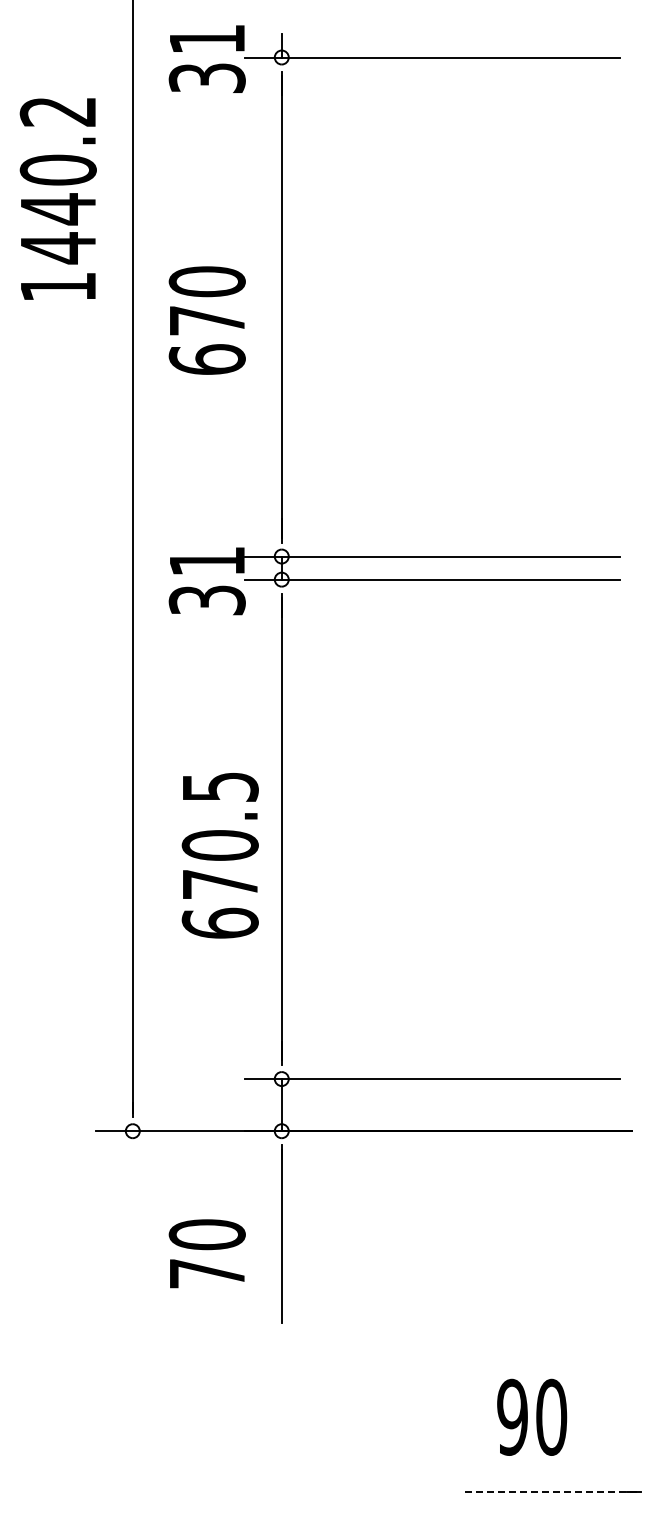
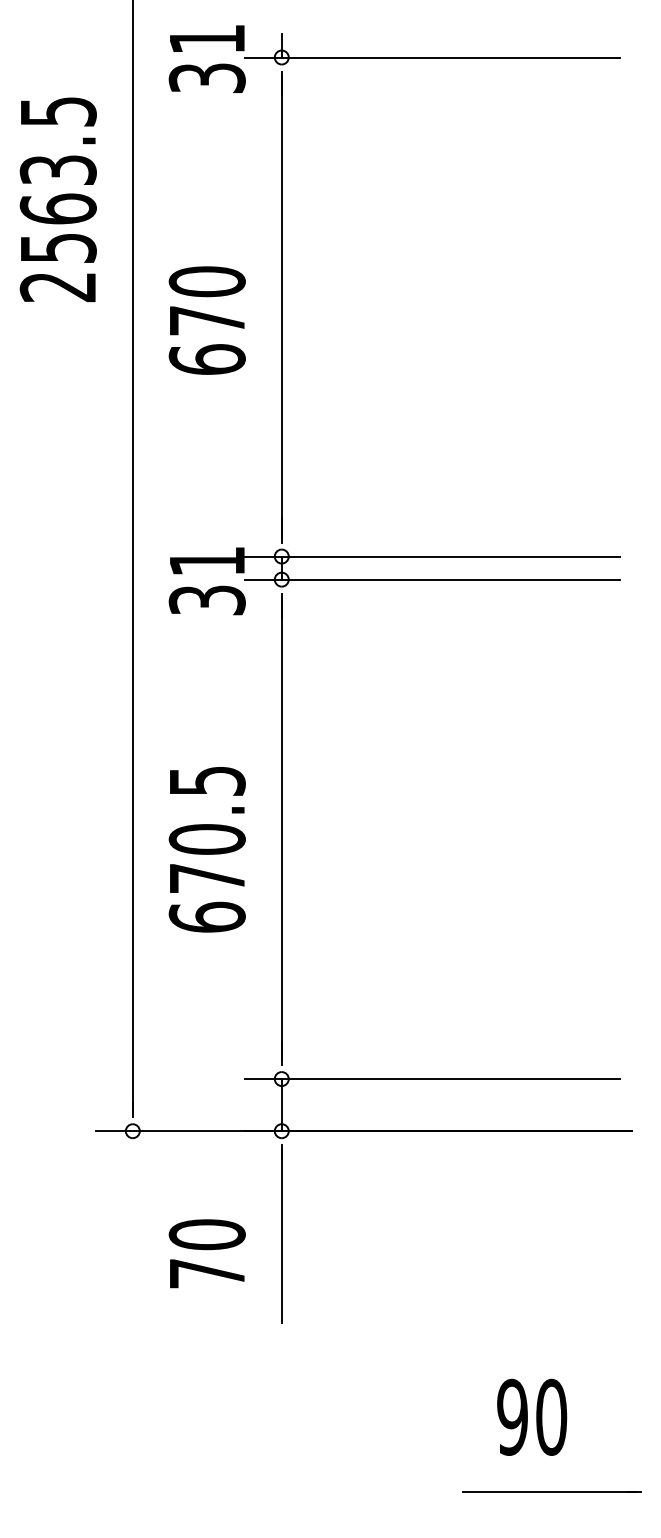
text at (57, 199): 1440.2 -> 2563.5
text at (219, 855) position: (219, 855) -> (206, 849)
line at (549, 1491): dashed -> solid
